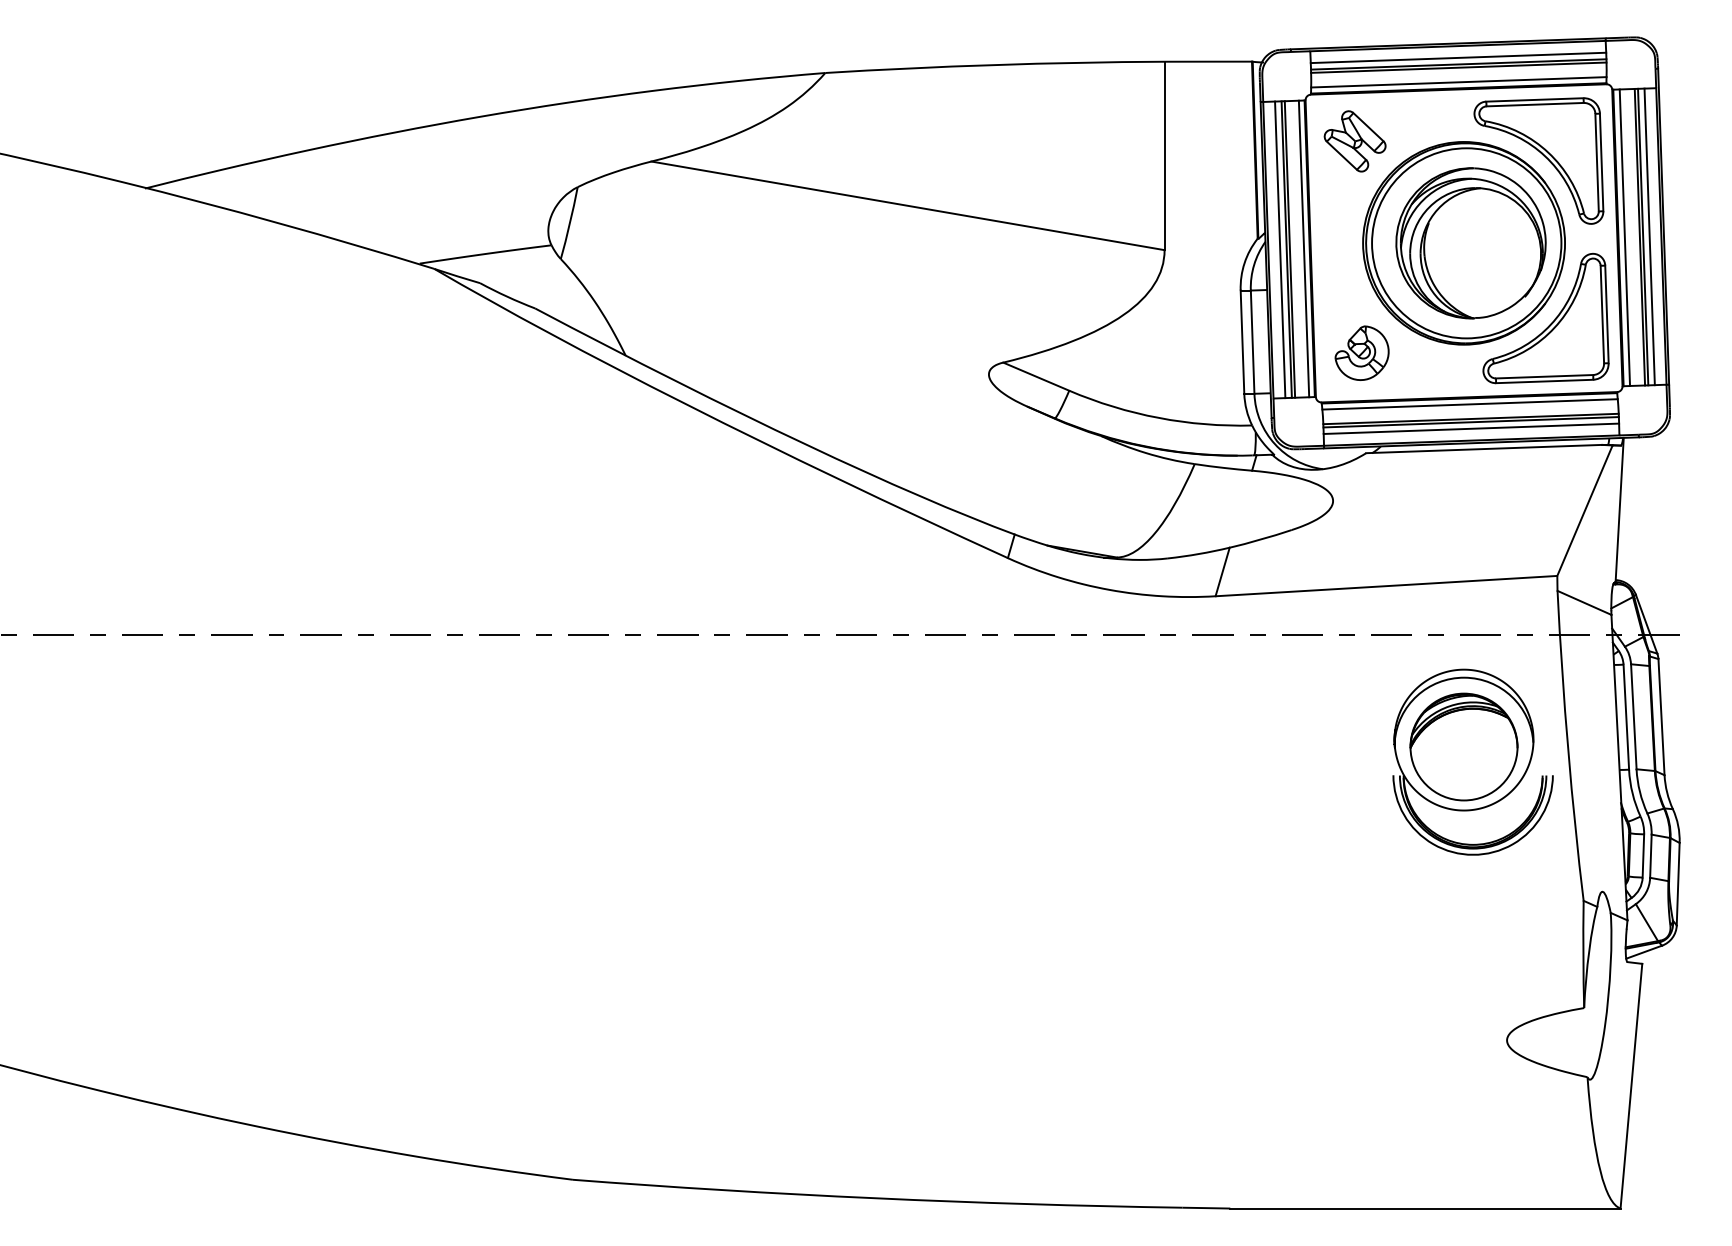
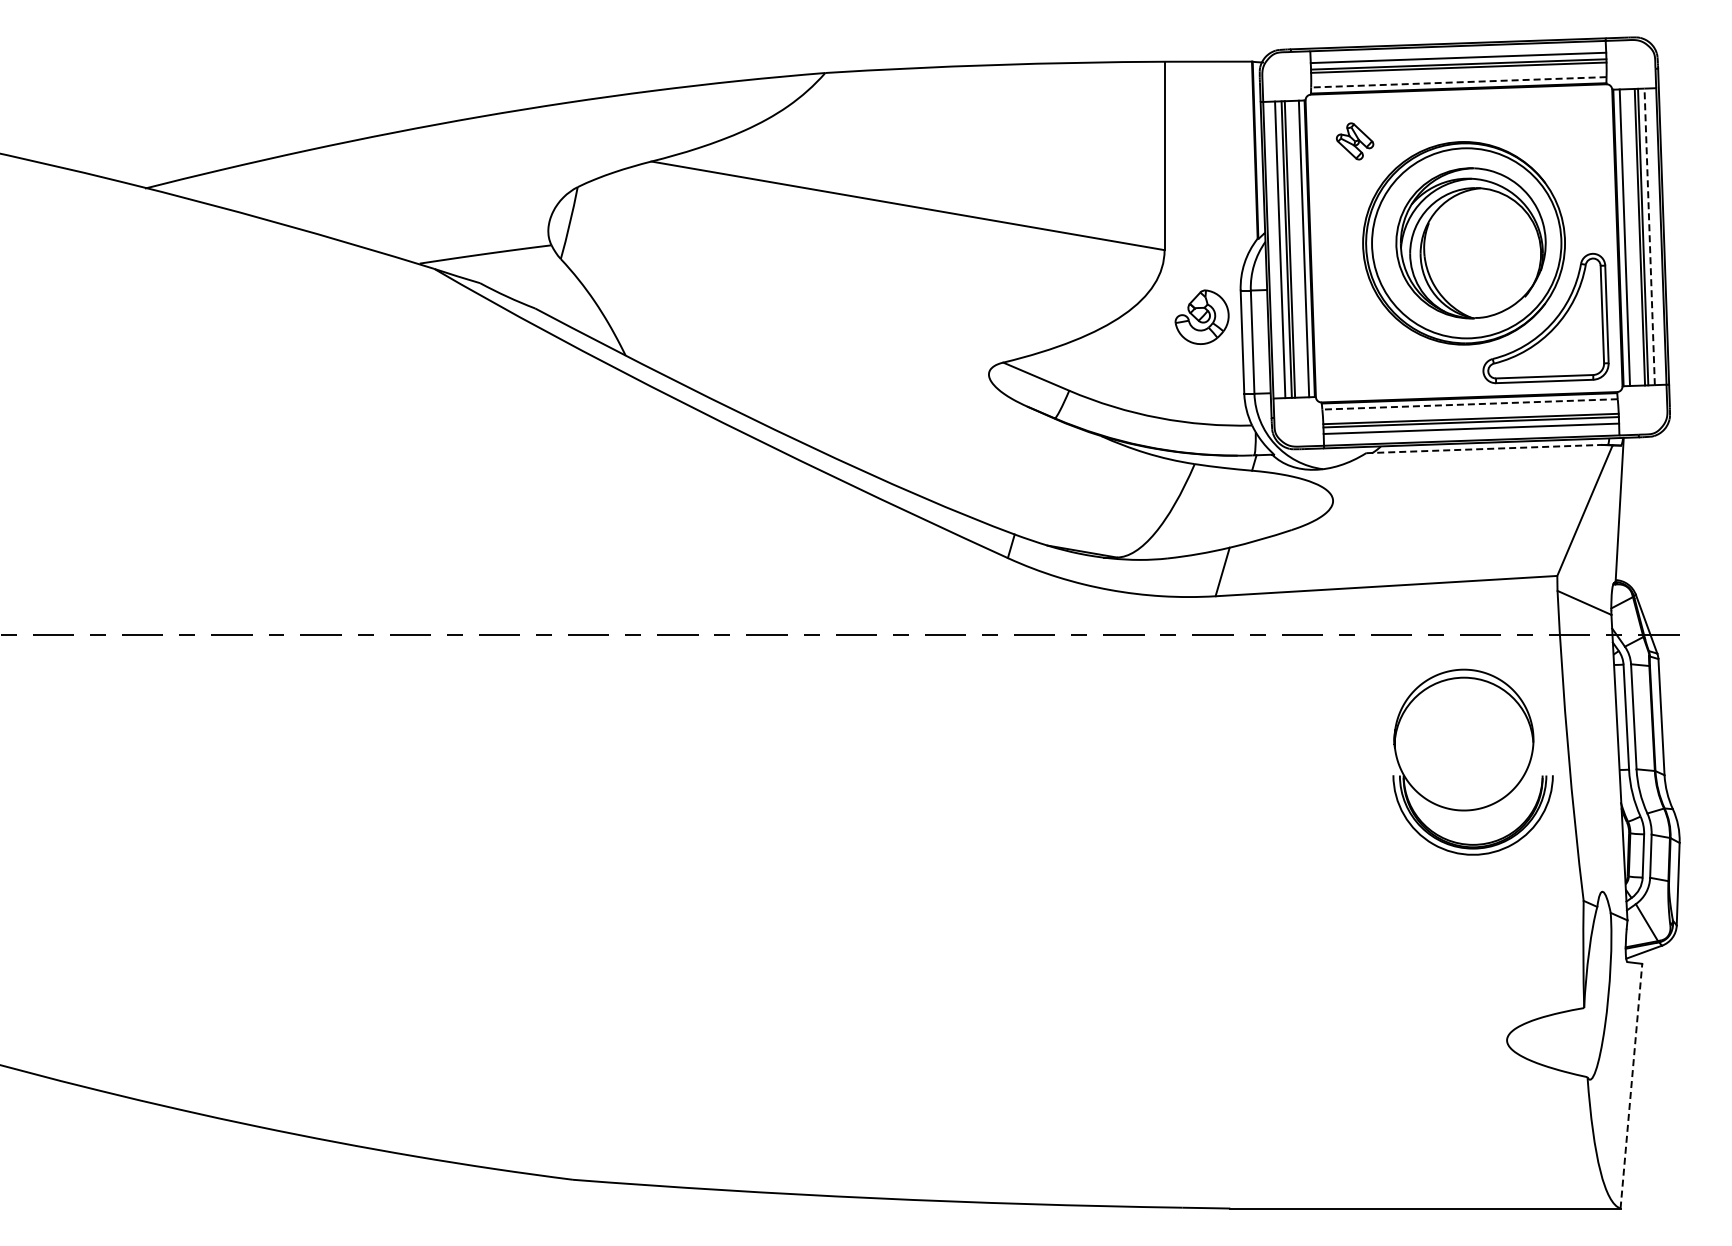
line at (1458, 82): solid -> dashed
part at (1354, 141) size: 64x63 px -> 40x39 px
part at (1542, 155): present -> none
line at (1649, 236): solid -> dashed
part at (1361, 352) position: (1361, 352) -> (1201, 316)
line at (1470, 404): solid -> dashed
line at (1484, 449): solid -> dashed
part at (1463, 746): present -> none
line at (1631, 1086): solid -> dashed
